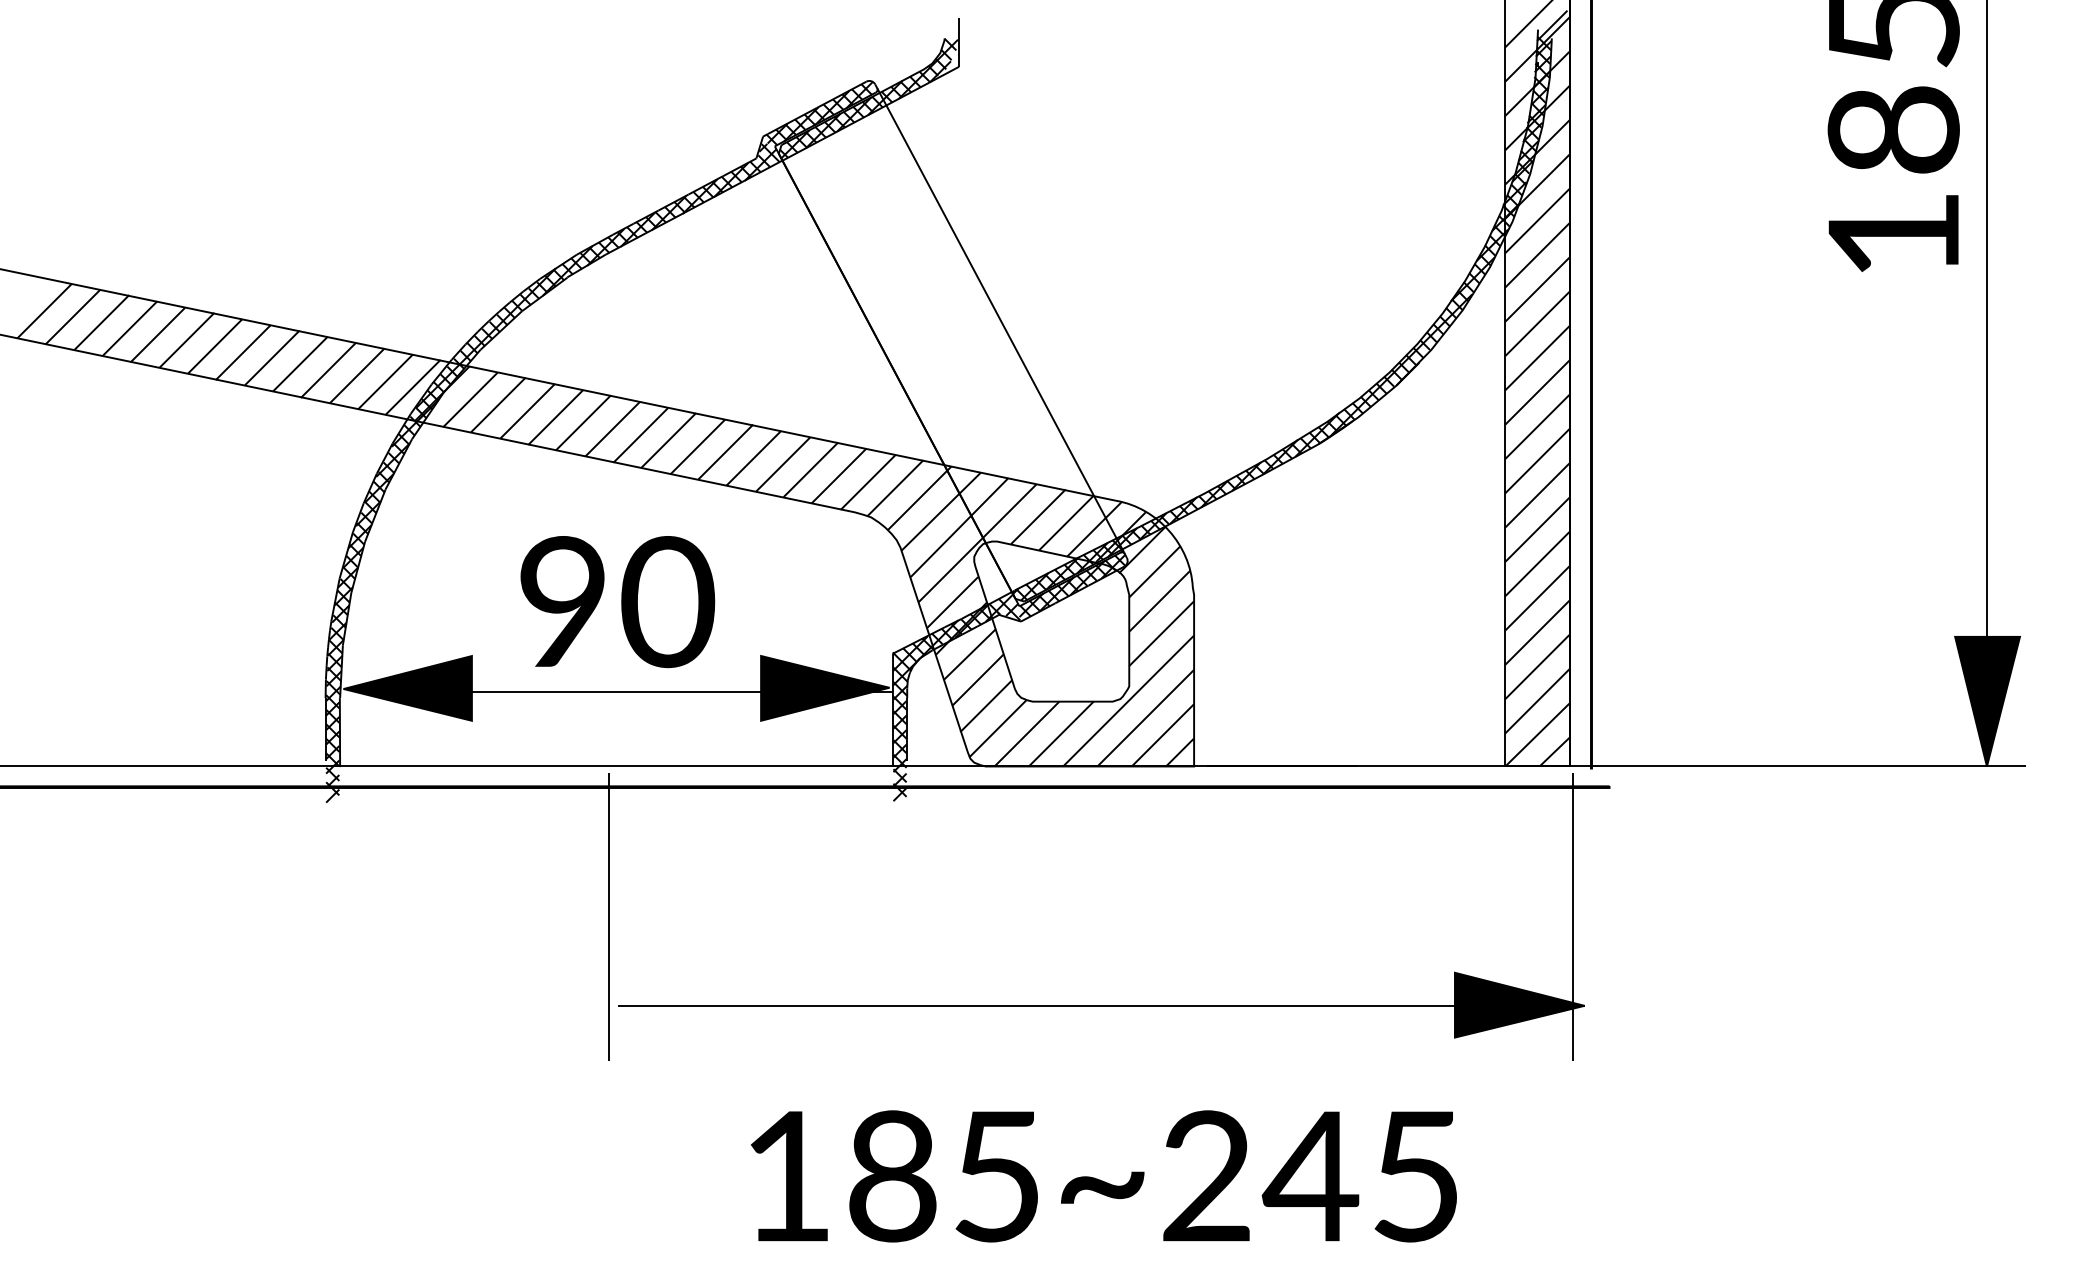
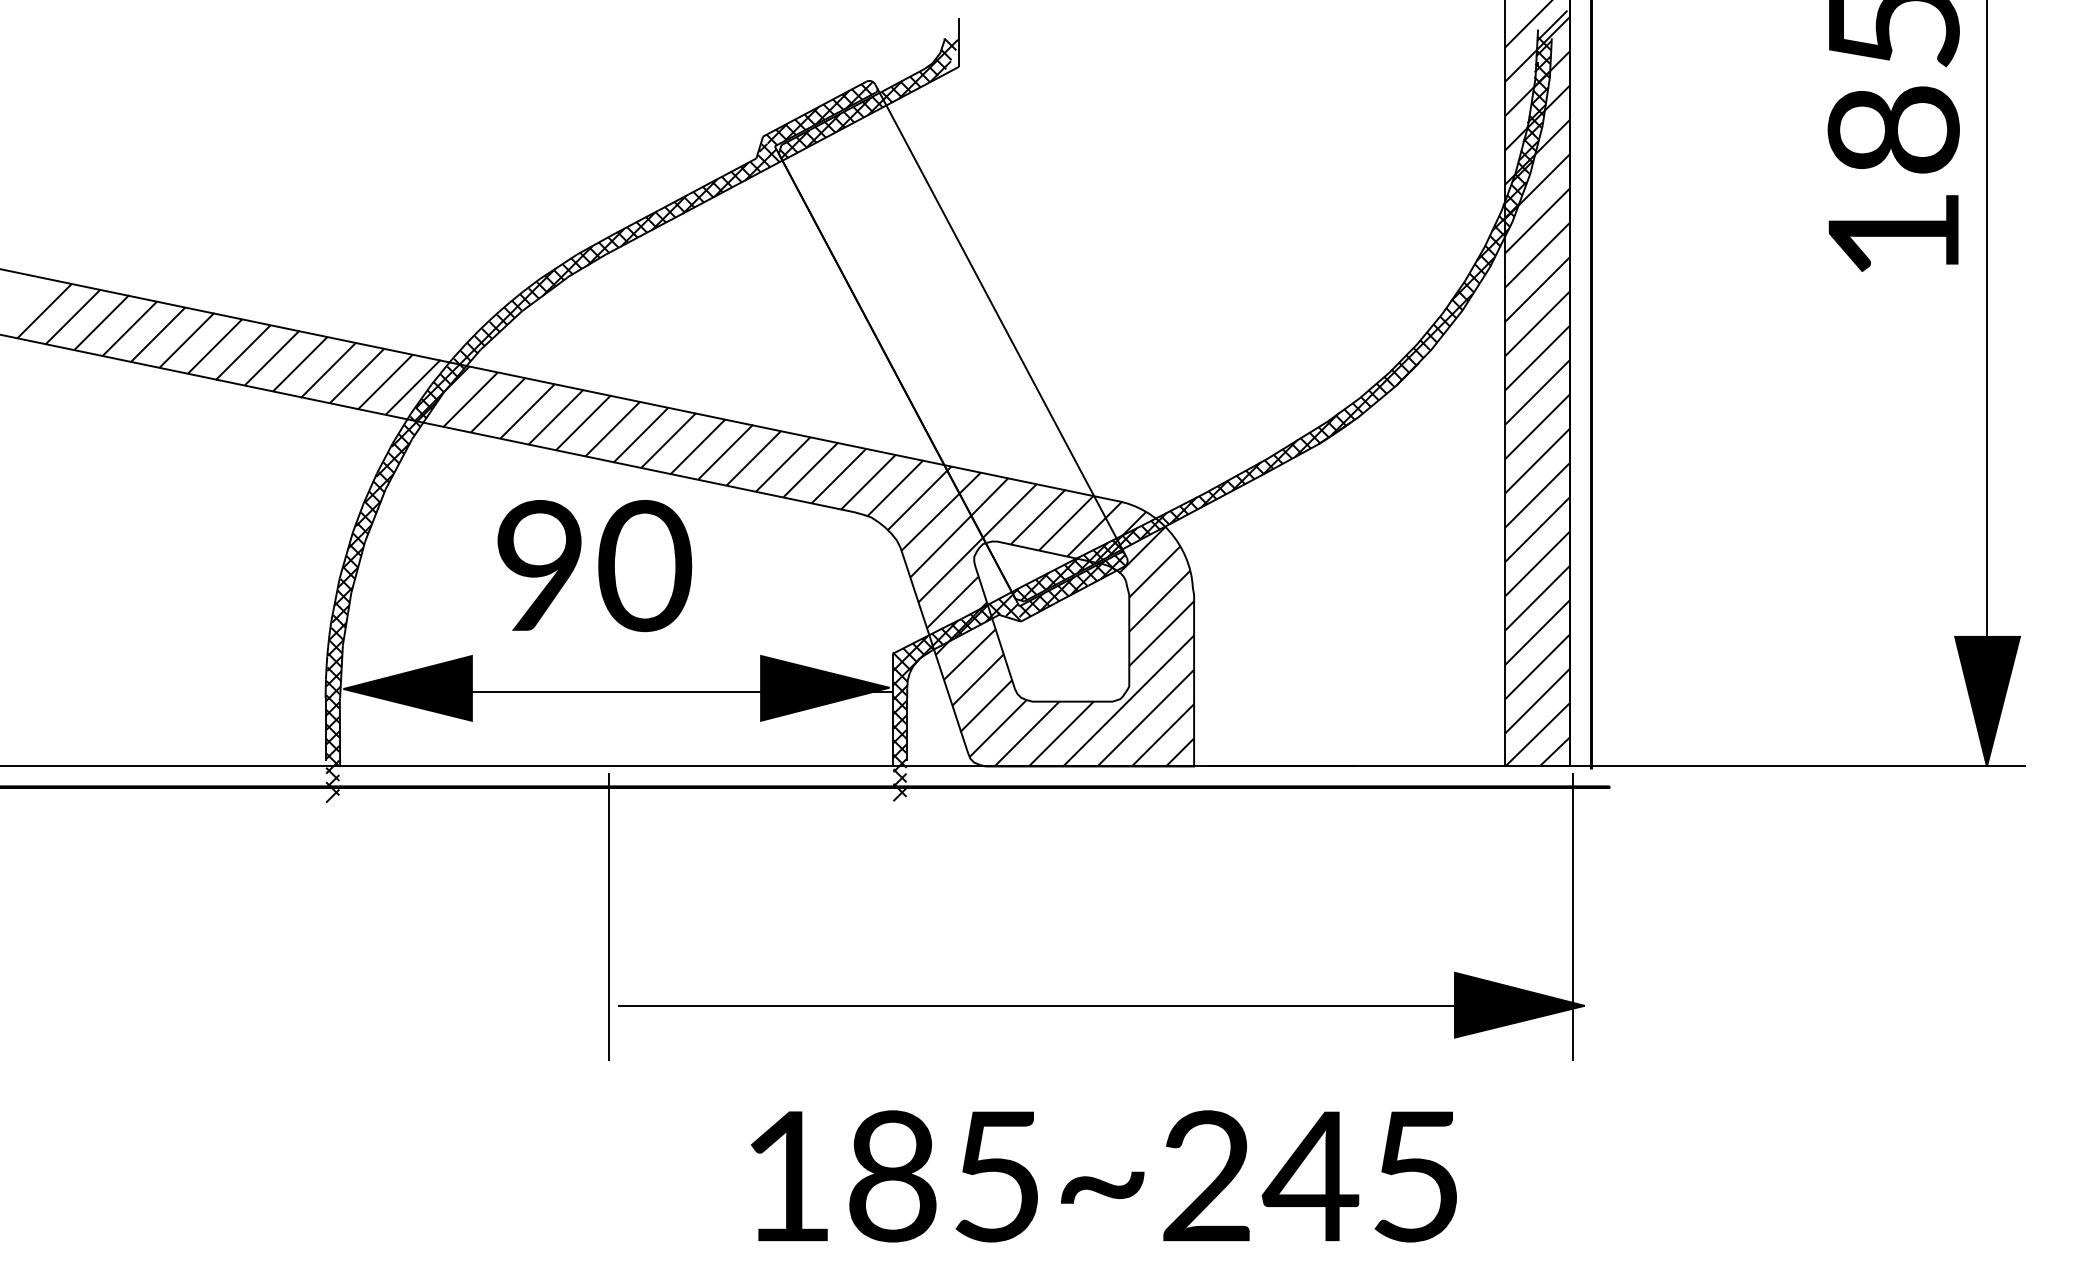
text at (617, 602) position: (617, 602) -> (594, 566)
